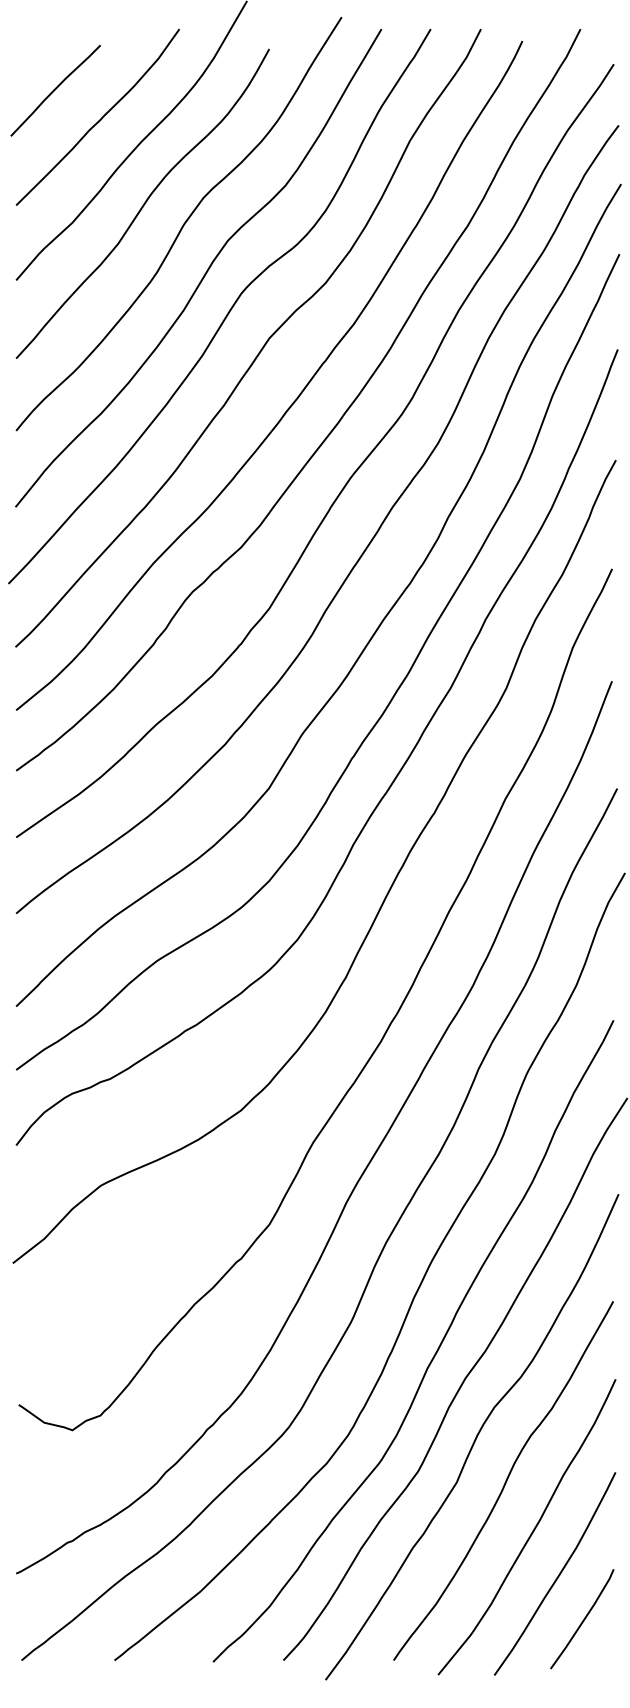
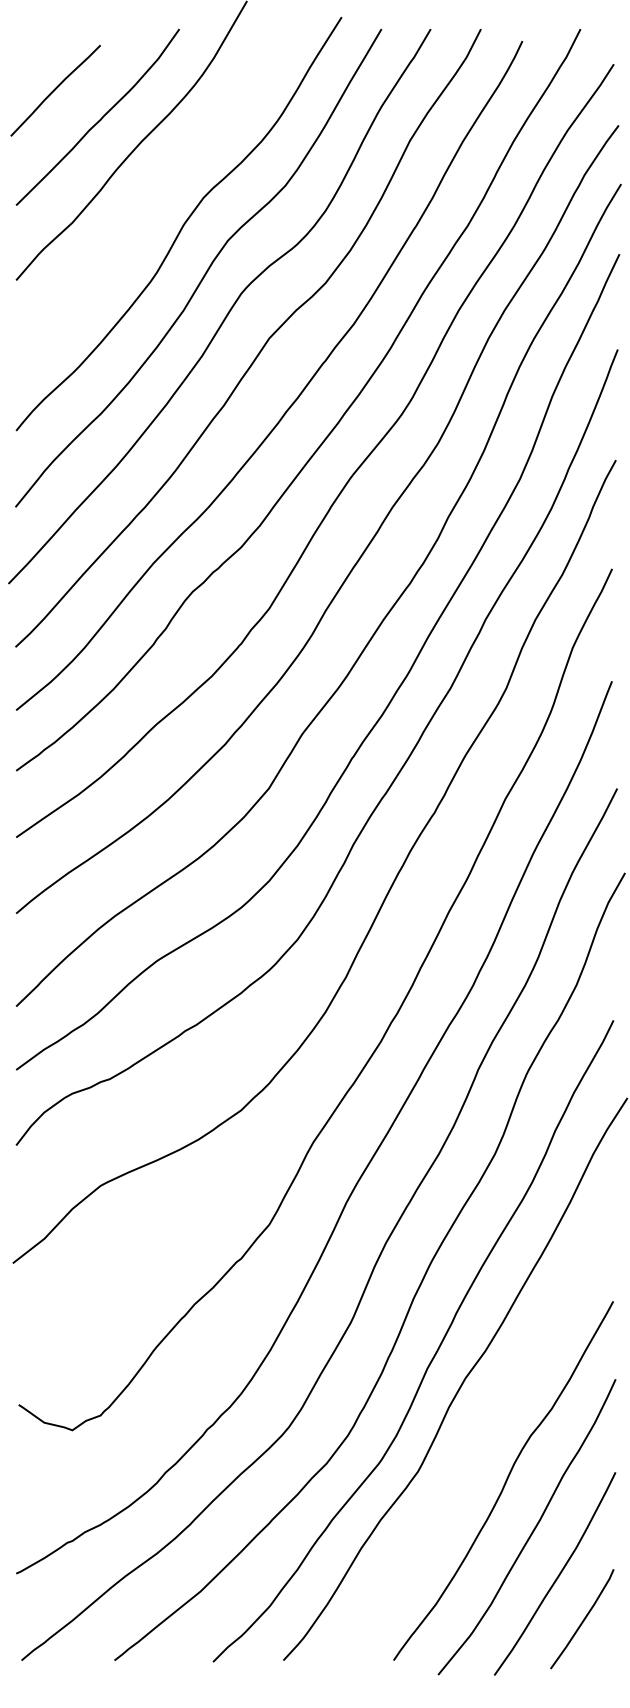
curve at (143, 203): present -> none
curve at (474, 1439): present -> none
